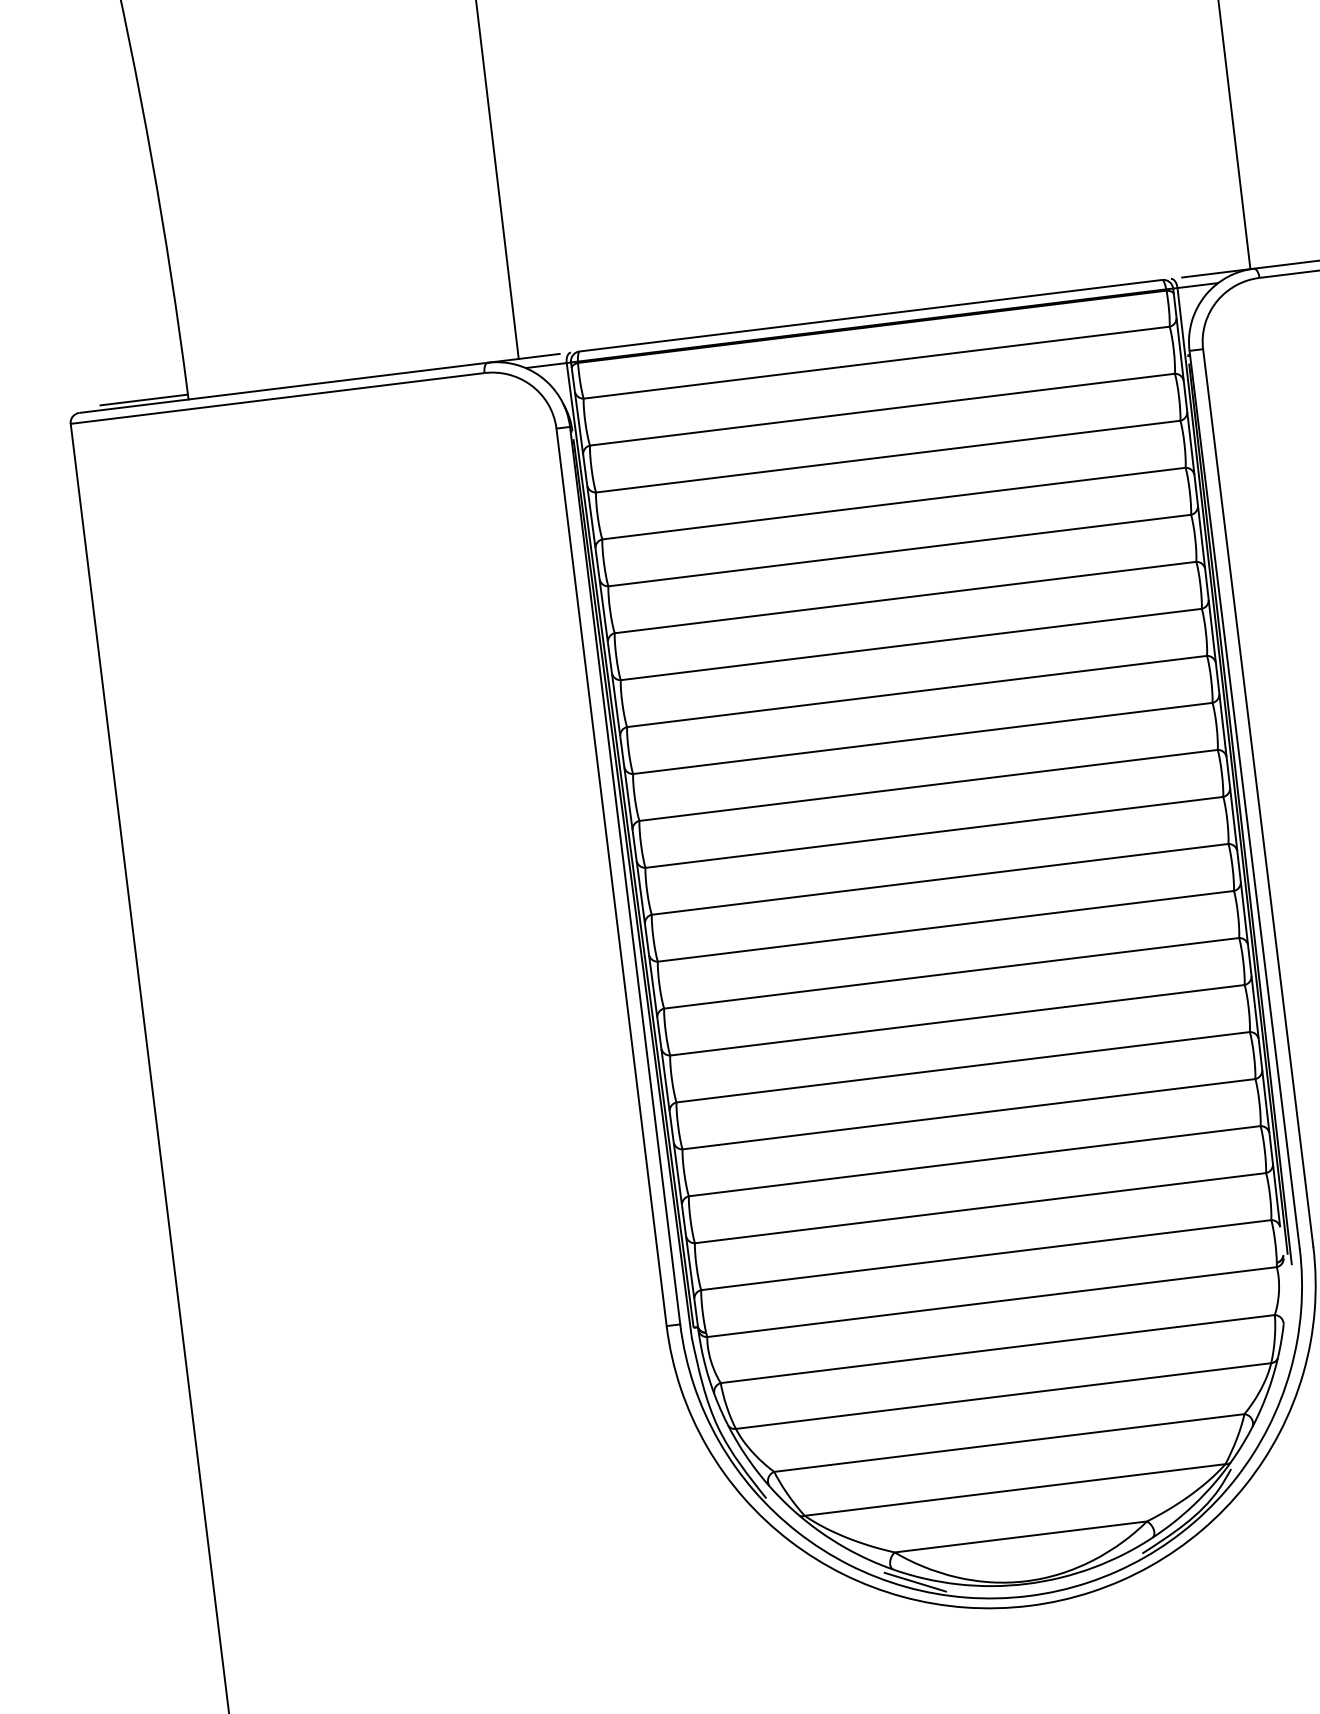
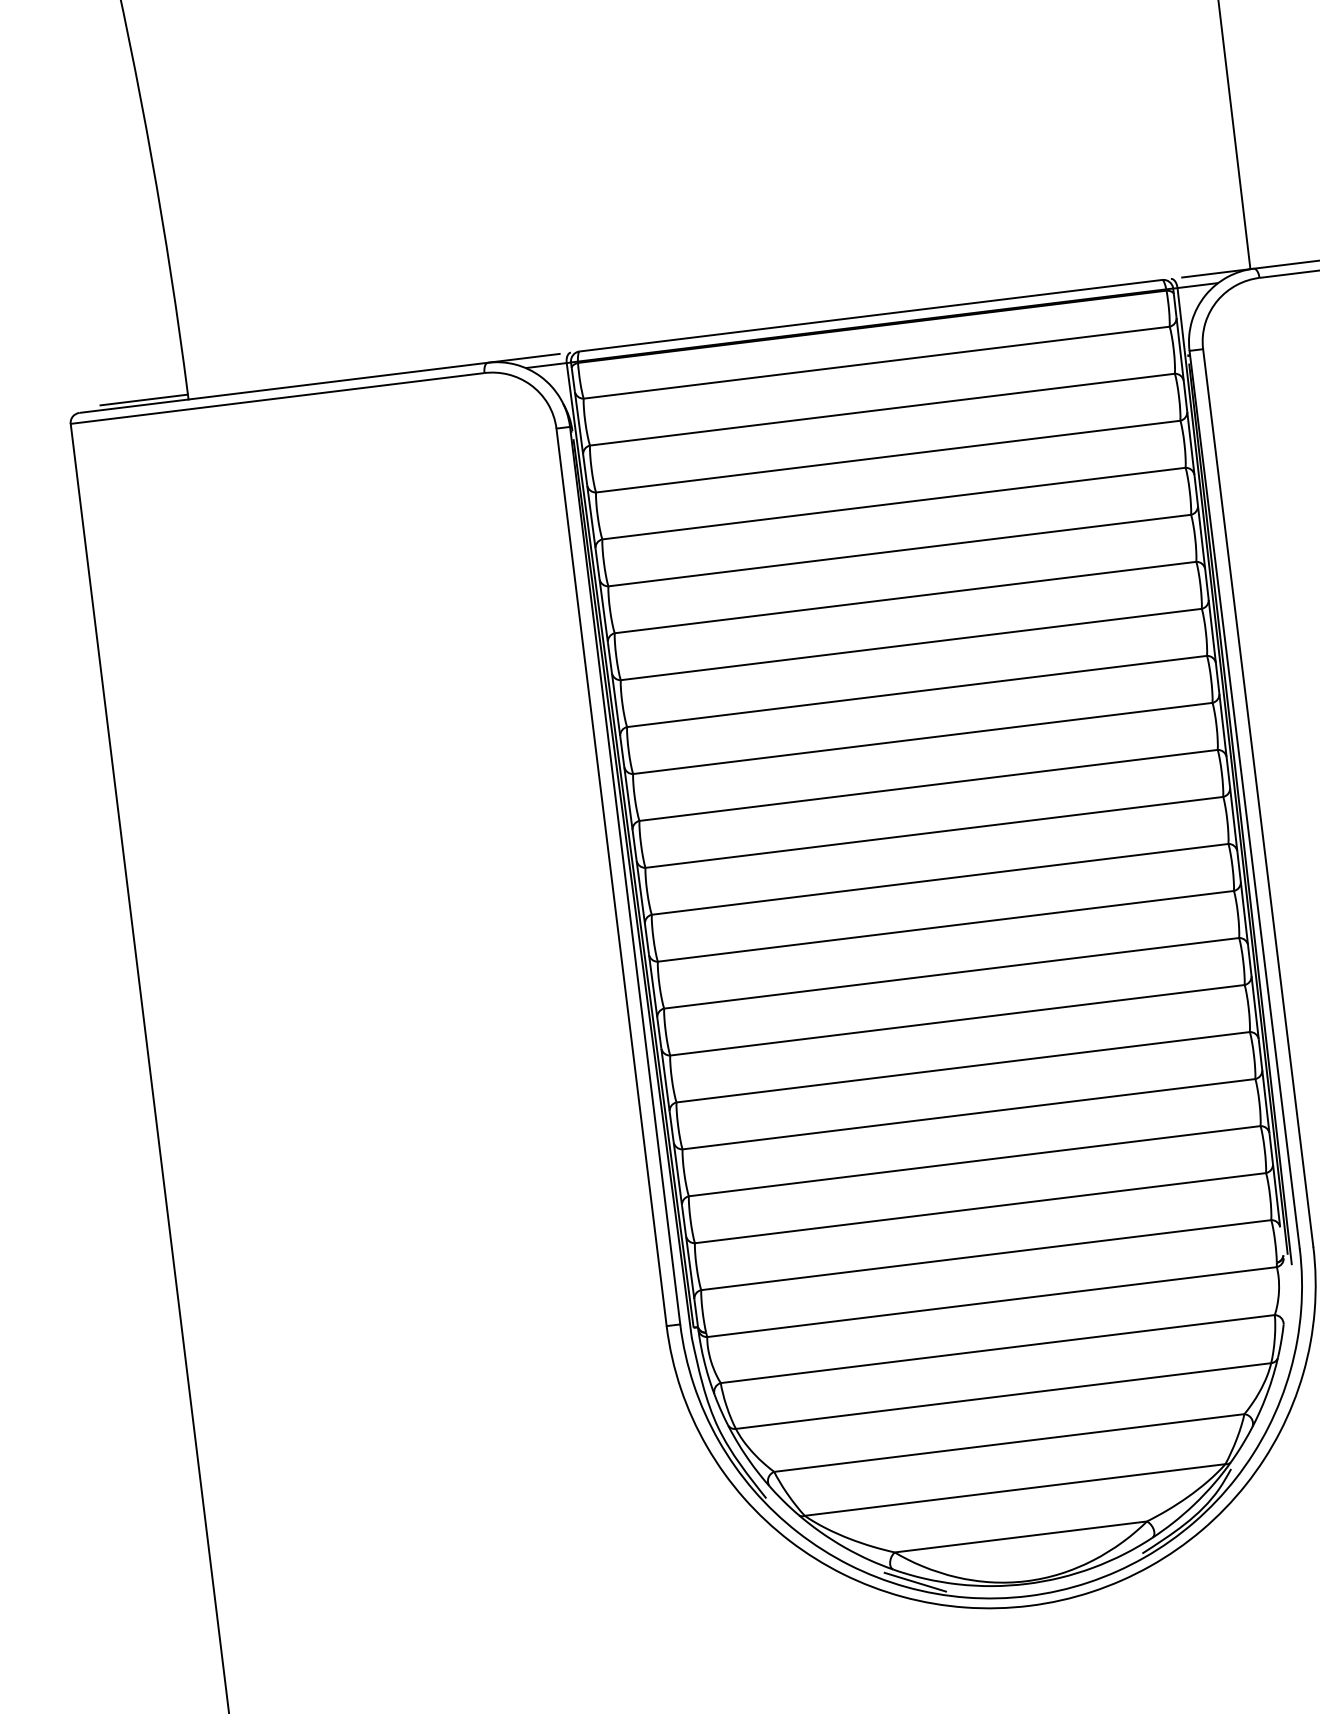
line at (497, 180): present -> none
